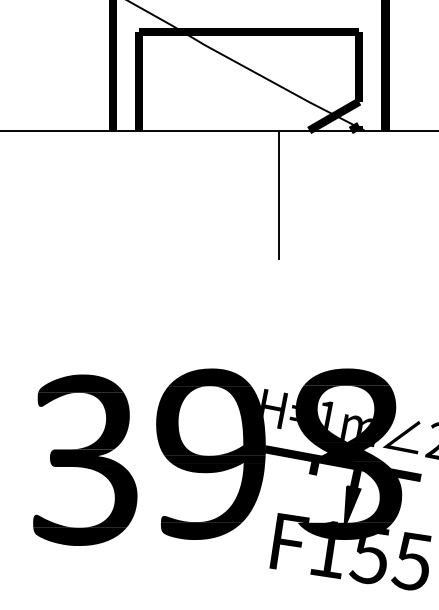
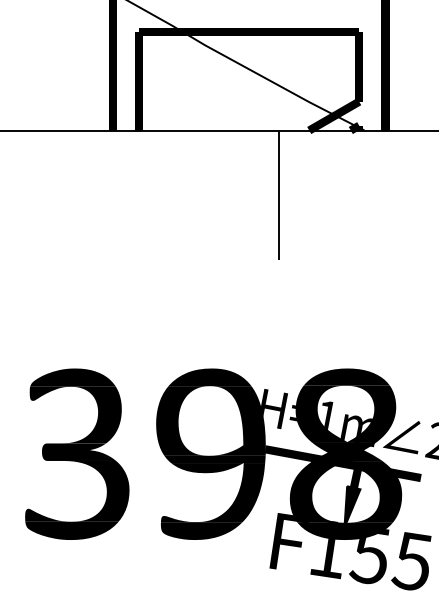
part at (85, 459) position: (85, 459) -> (77, 453)
fill at (317, 491): none -> present
